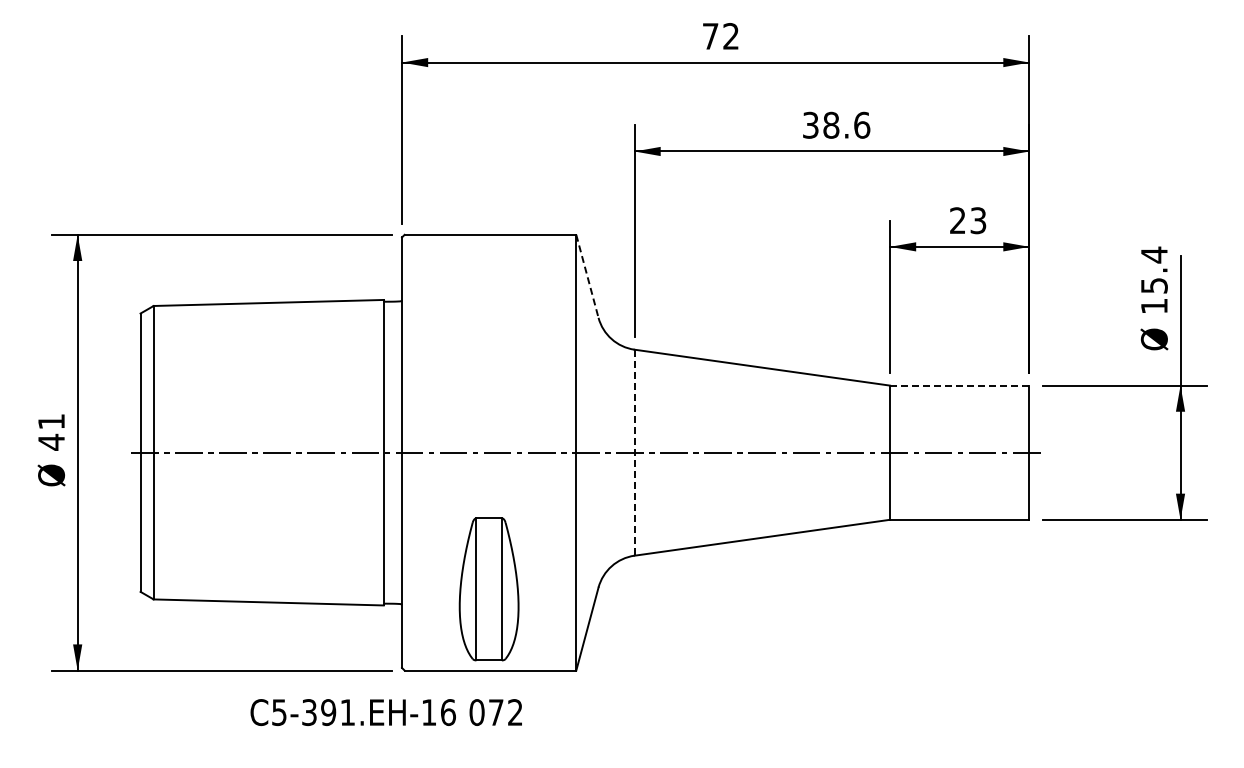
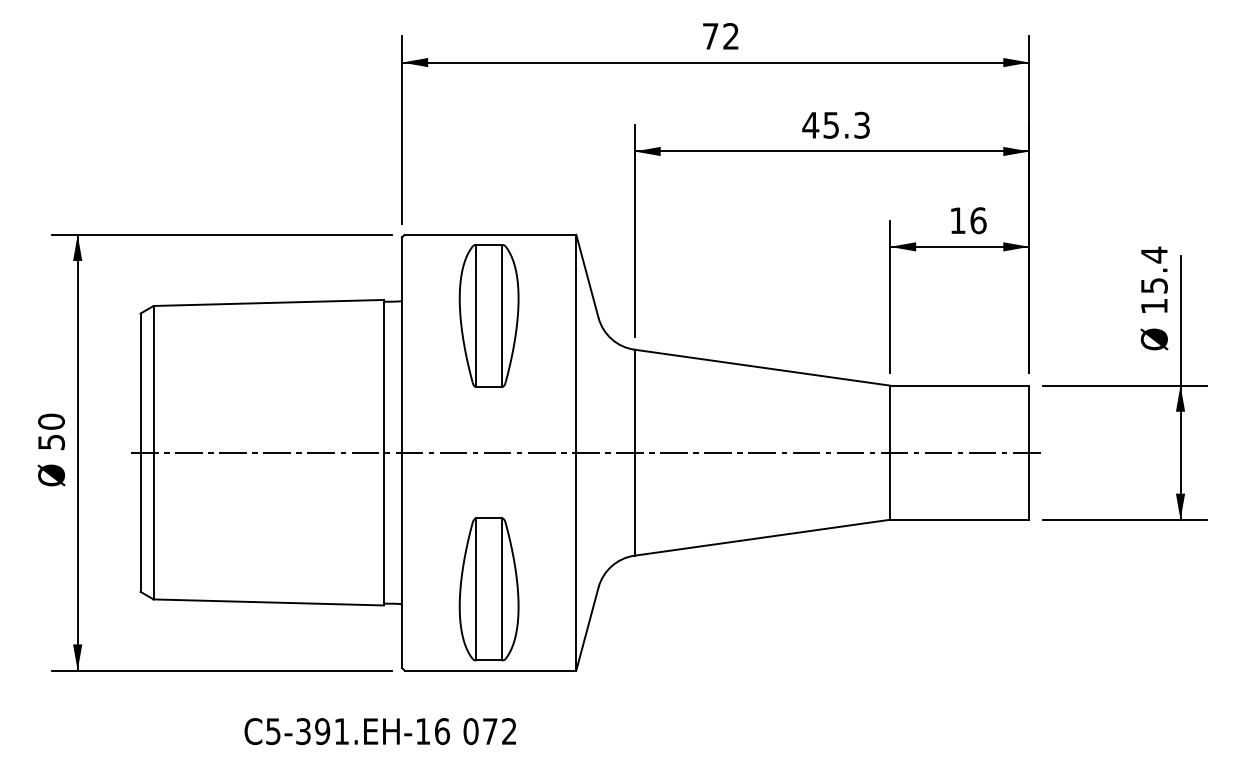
text at (836, 124): 38.6 -> 45.3
text at (968, 220): 23 -> 16
line at (587, 276): dashed -> solid
part at (488, 315): none -> present
line at (959, 385): dashed -> solid
text at (51, 431): 41 -> 50
line at (634, 453): dashed -> solid
text at (385, 712) position: (385, 712) -> (379, 731)
